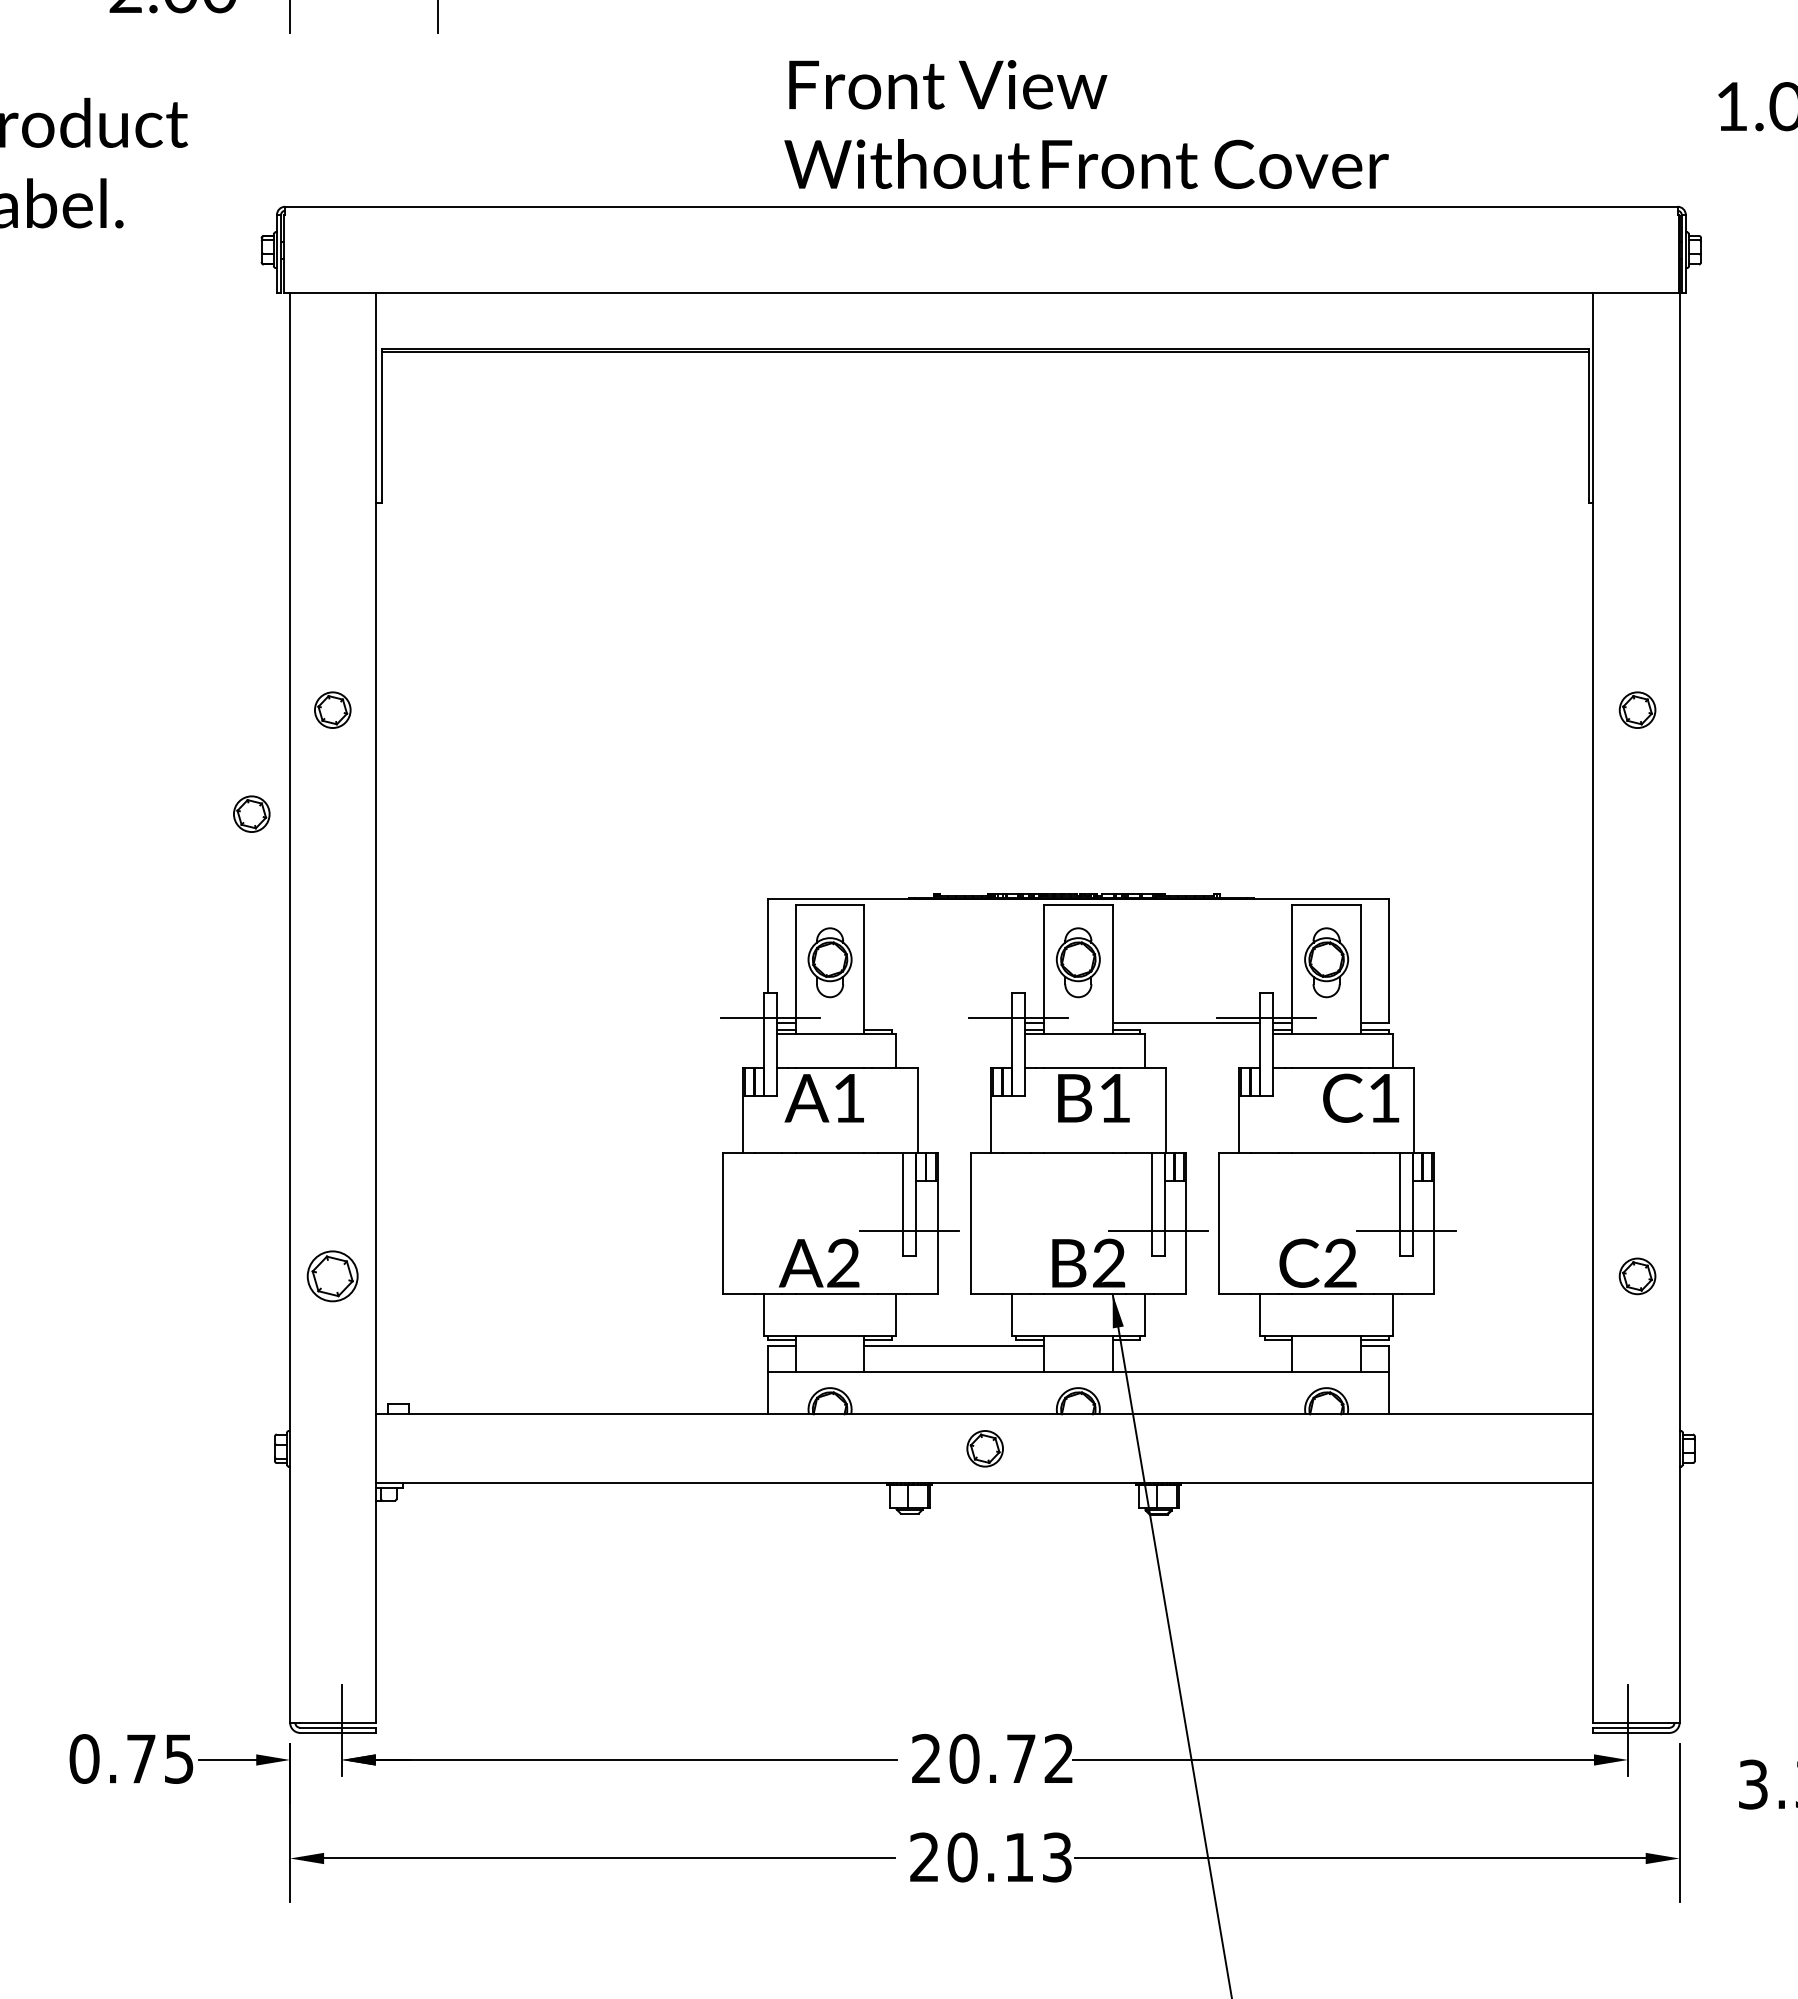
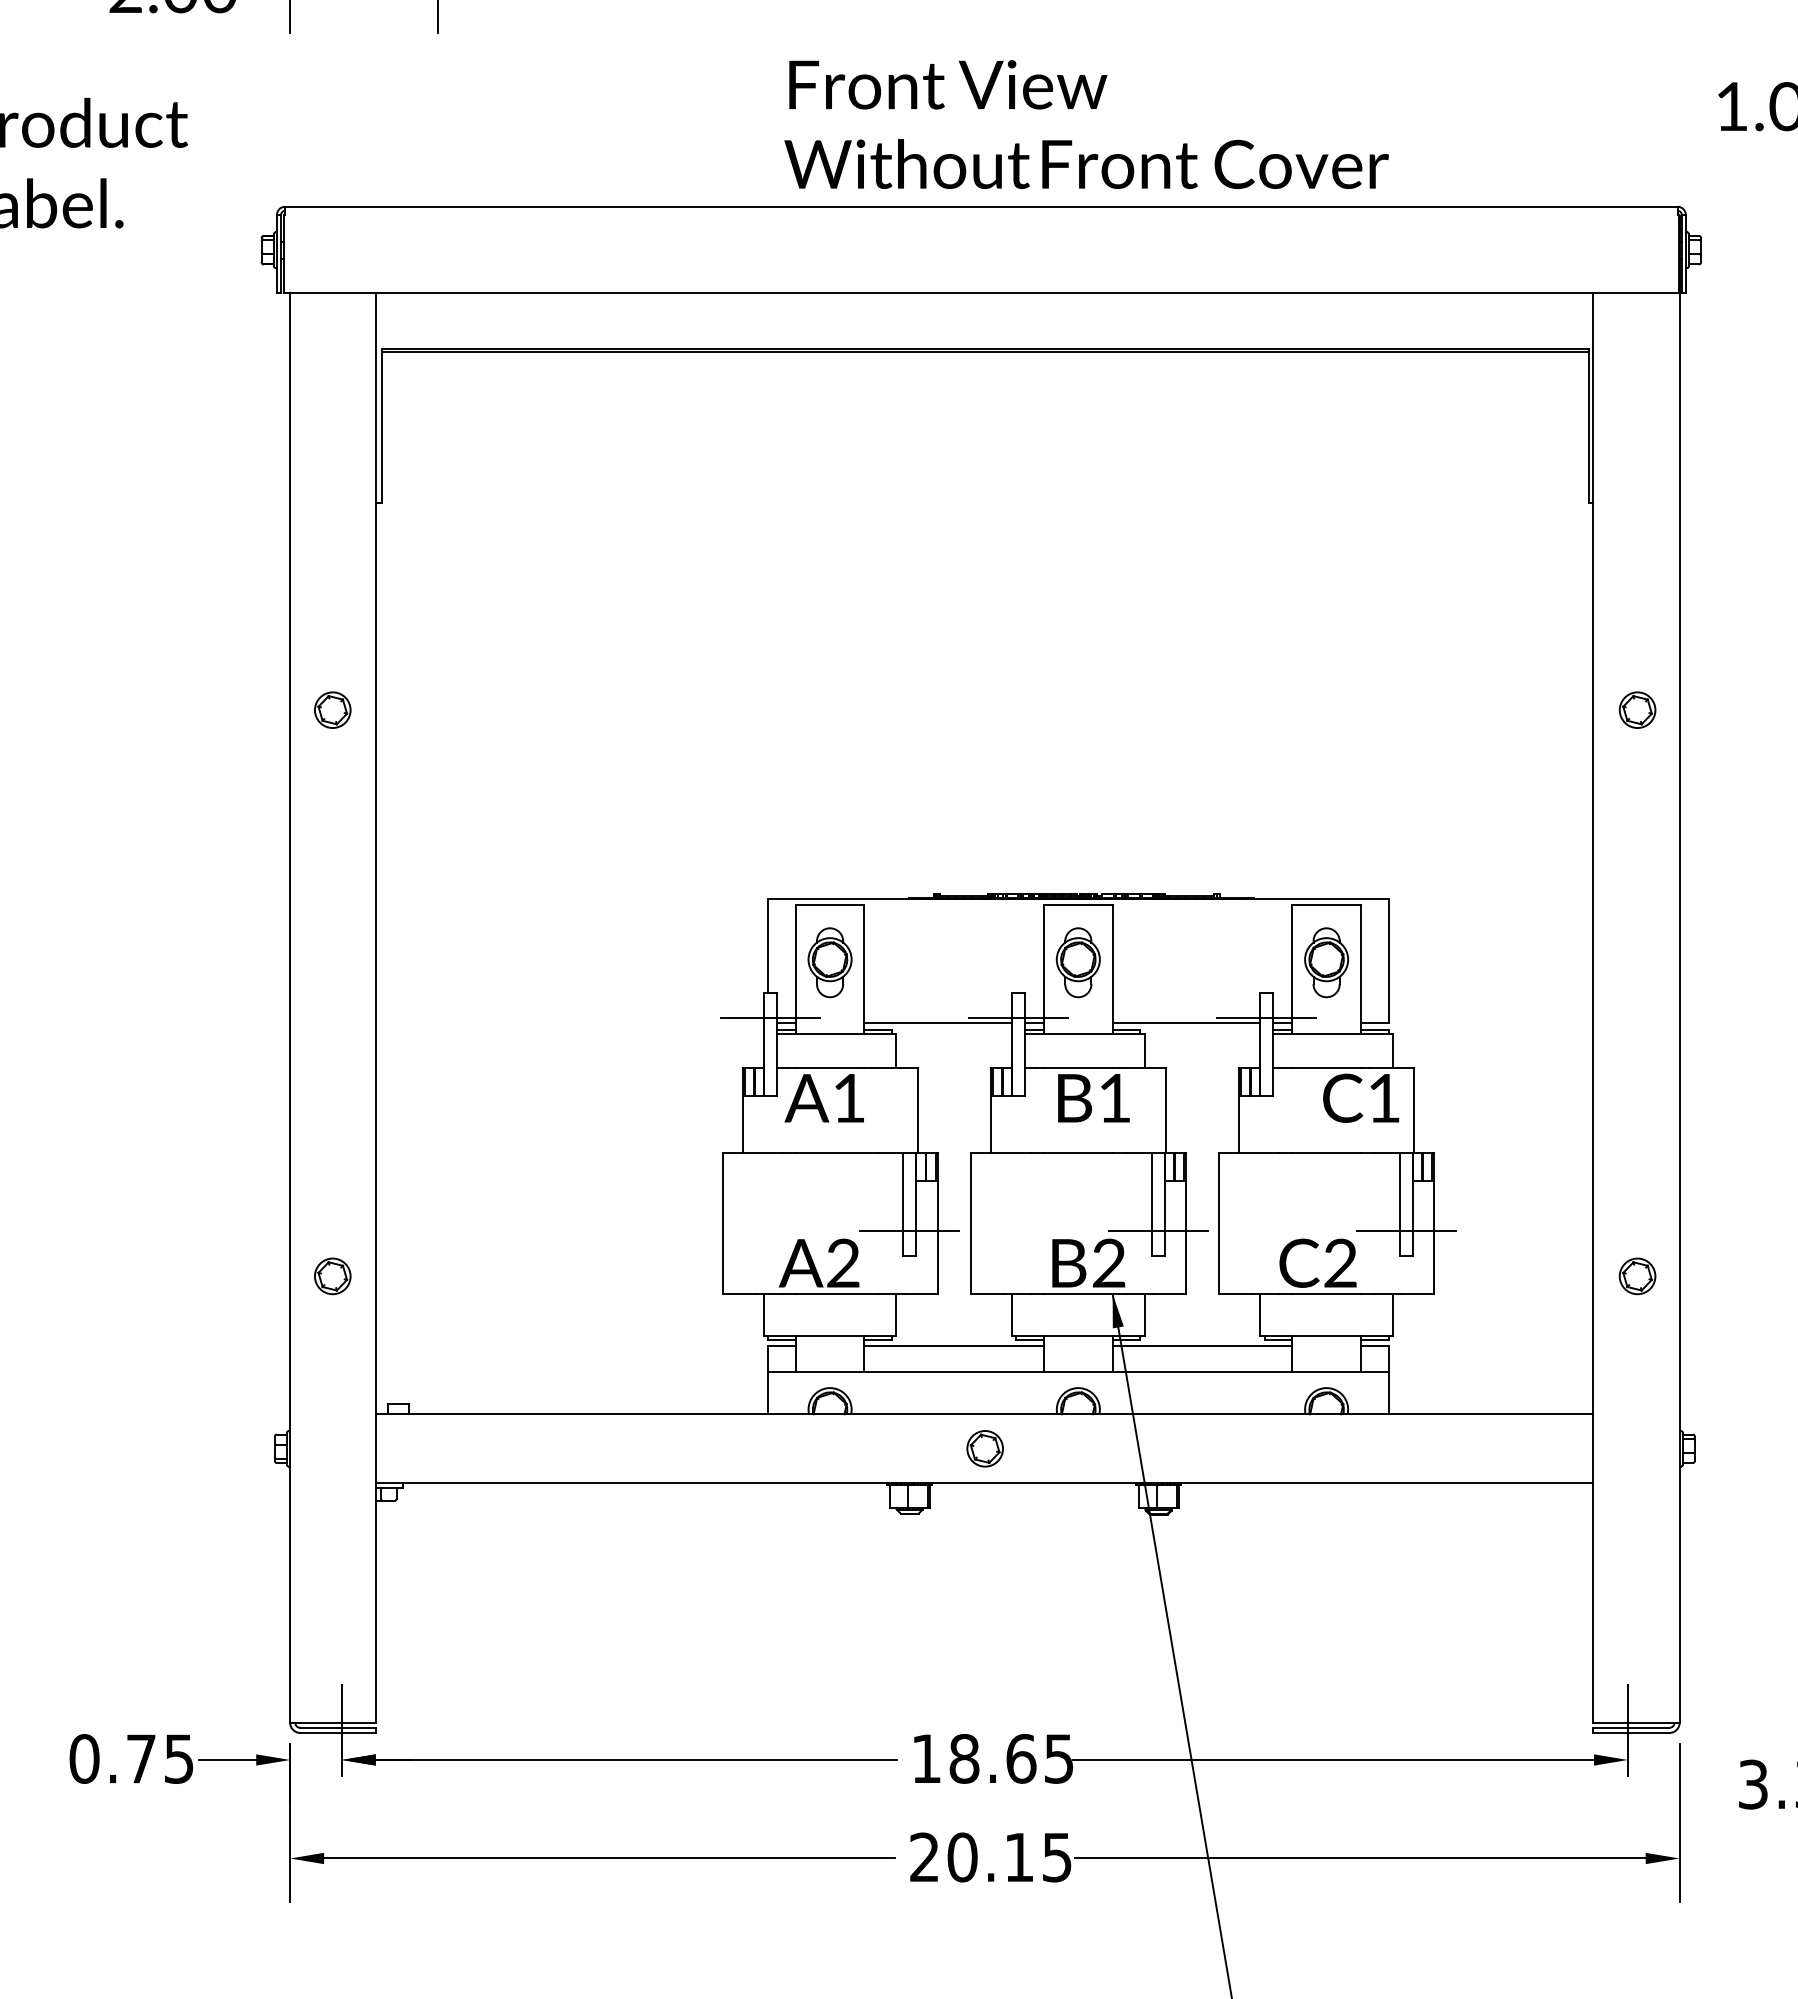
part at (251, 813): present -> none
line at (938, 1023): none -> present
part at (332, 1276) size: 53x53 px -> 38x39 px
line at (1202, 1346): none -> present
text at (992, 1758): 20.72 -> 18.65
text at (1057, 1856): 20.13 -> 20.15
